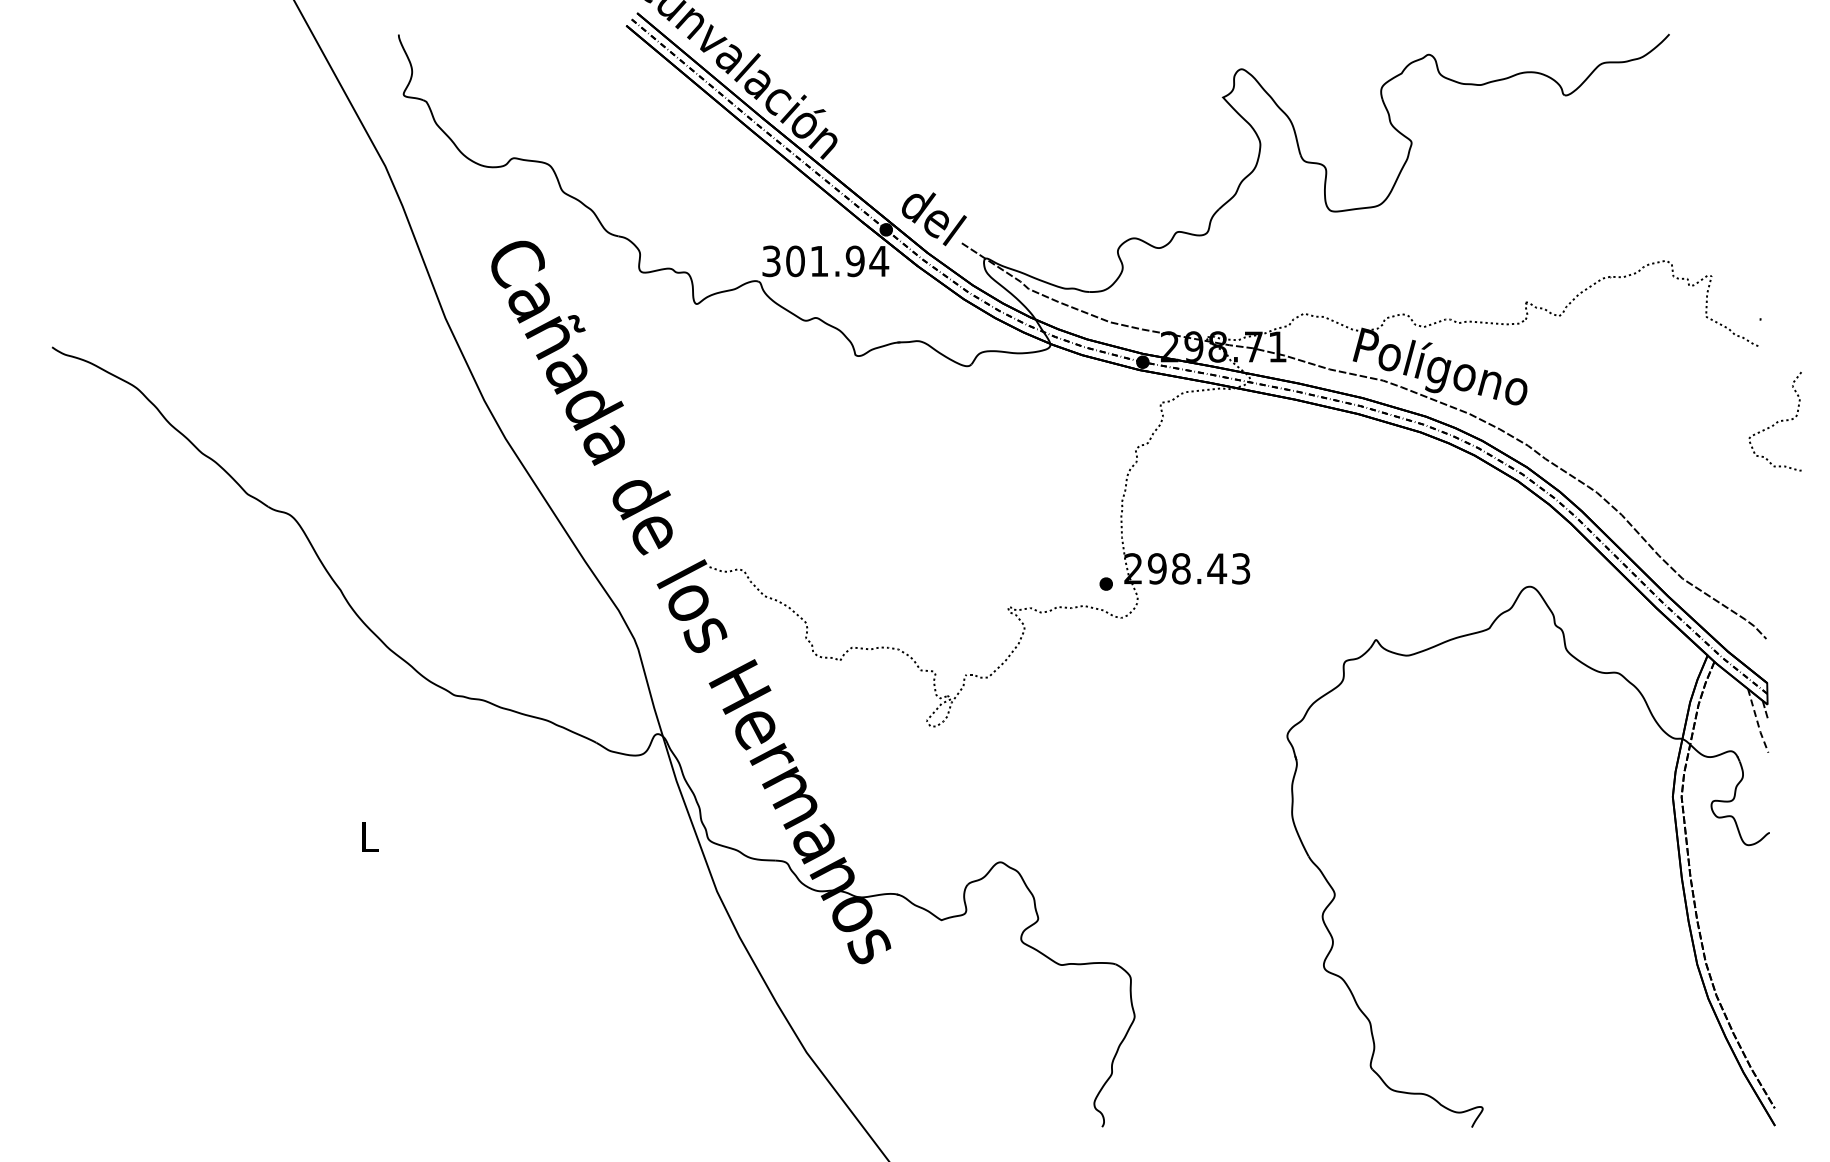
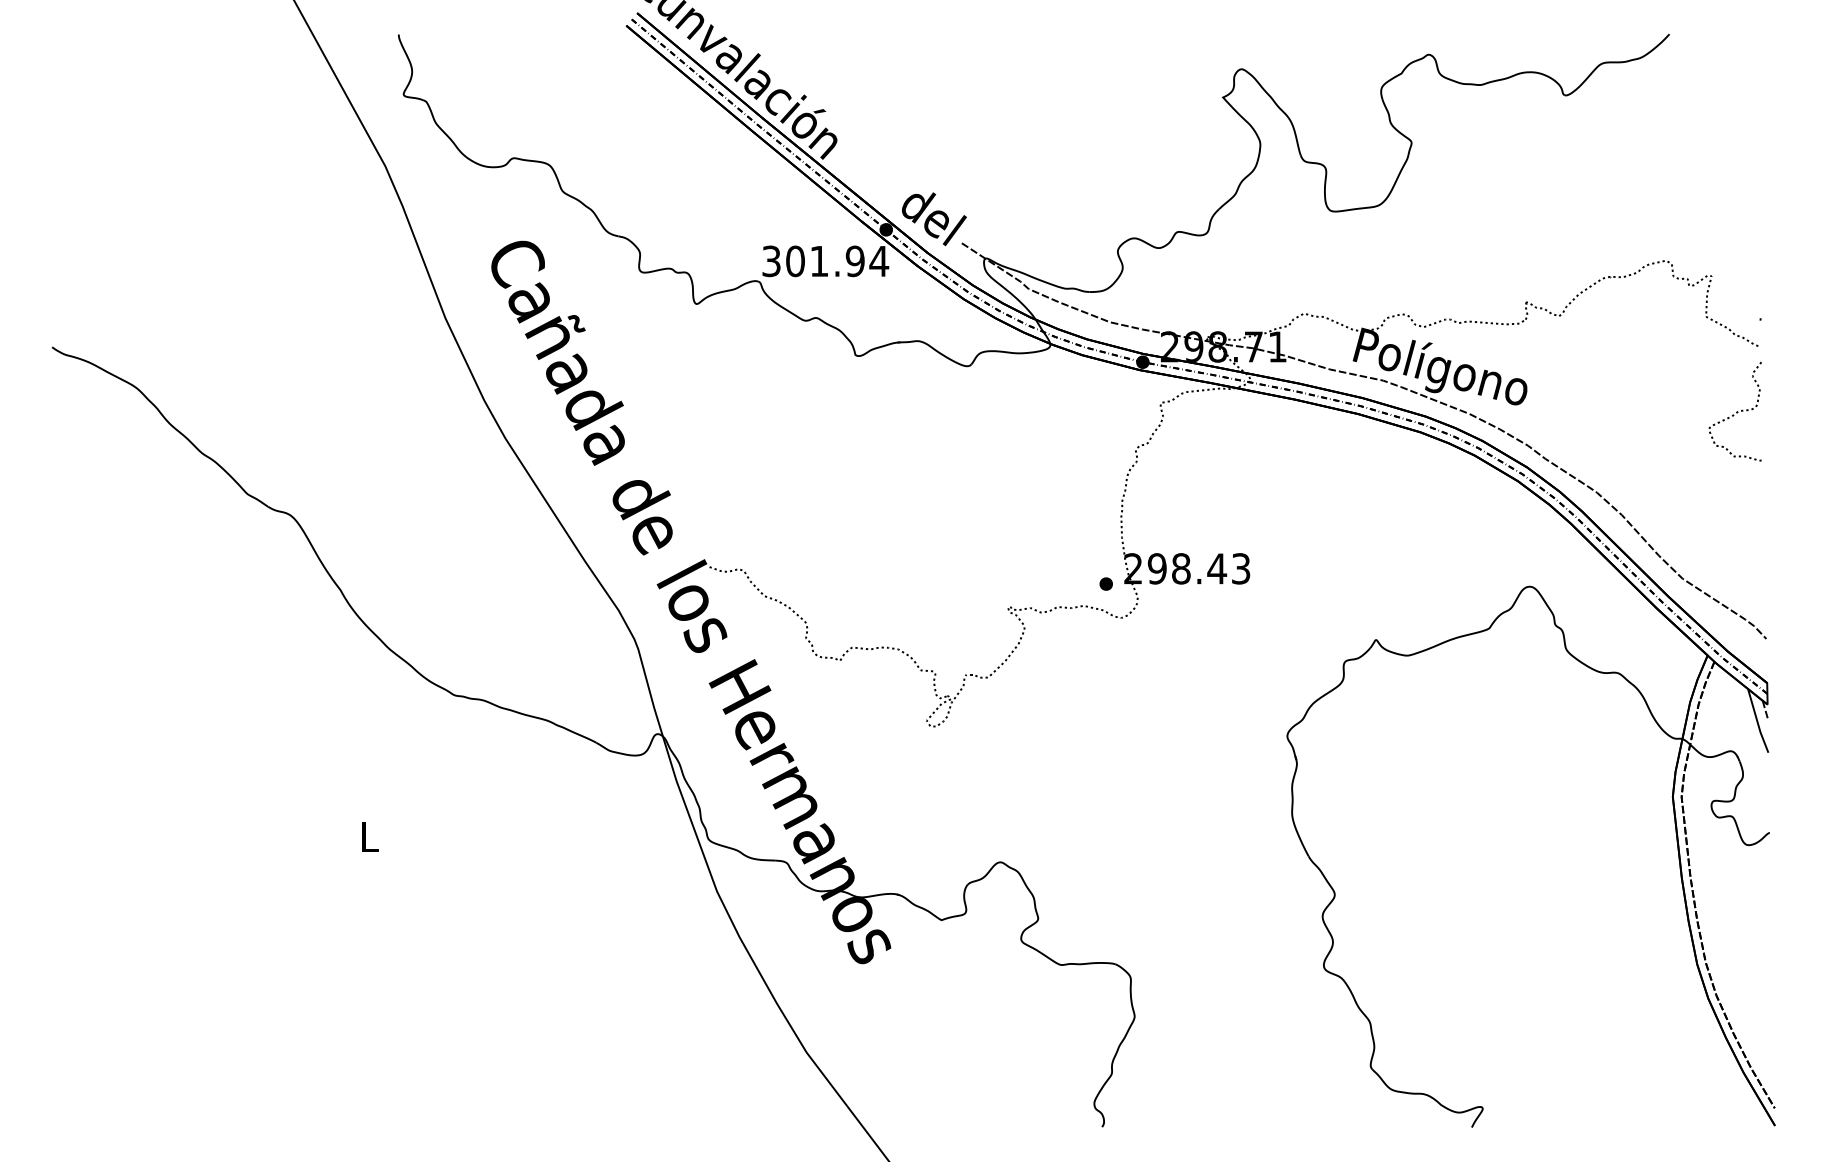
curve at (1776, 421) position: (1776, 421) -> (1736, 411)
line at (1757, 721): dashed -> solid
